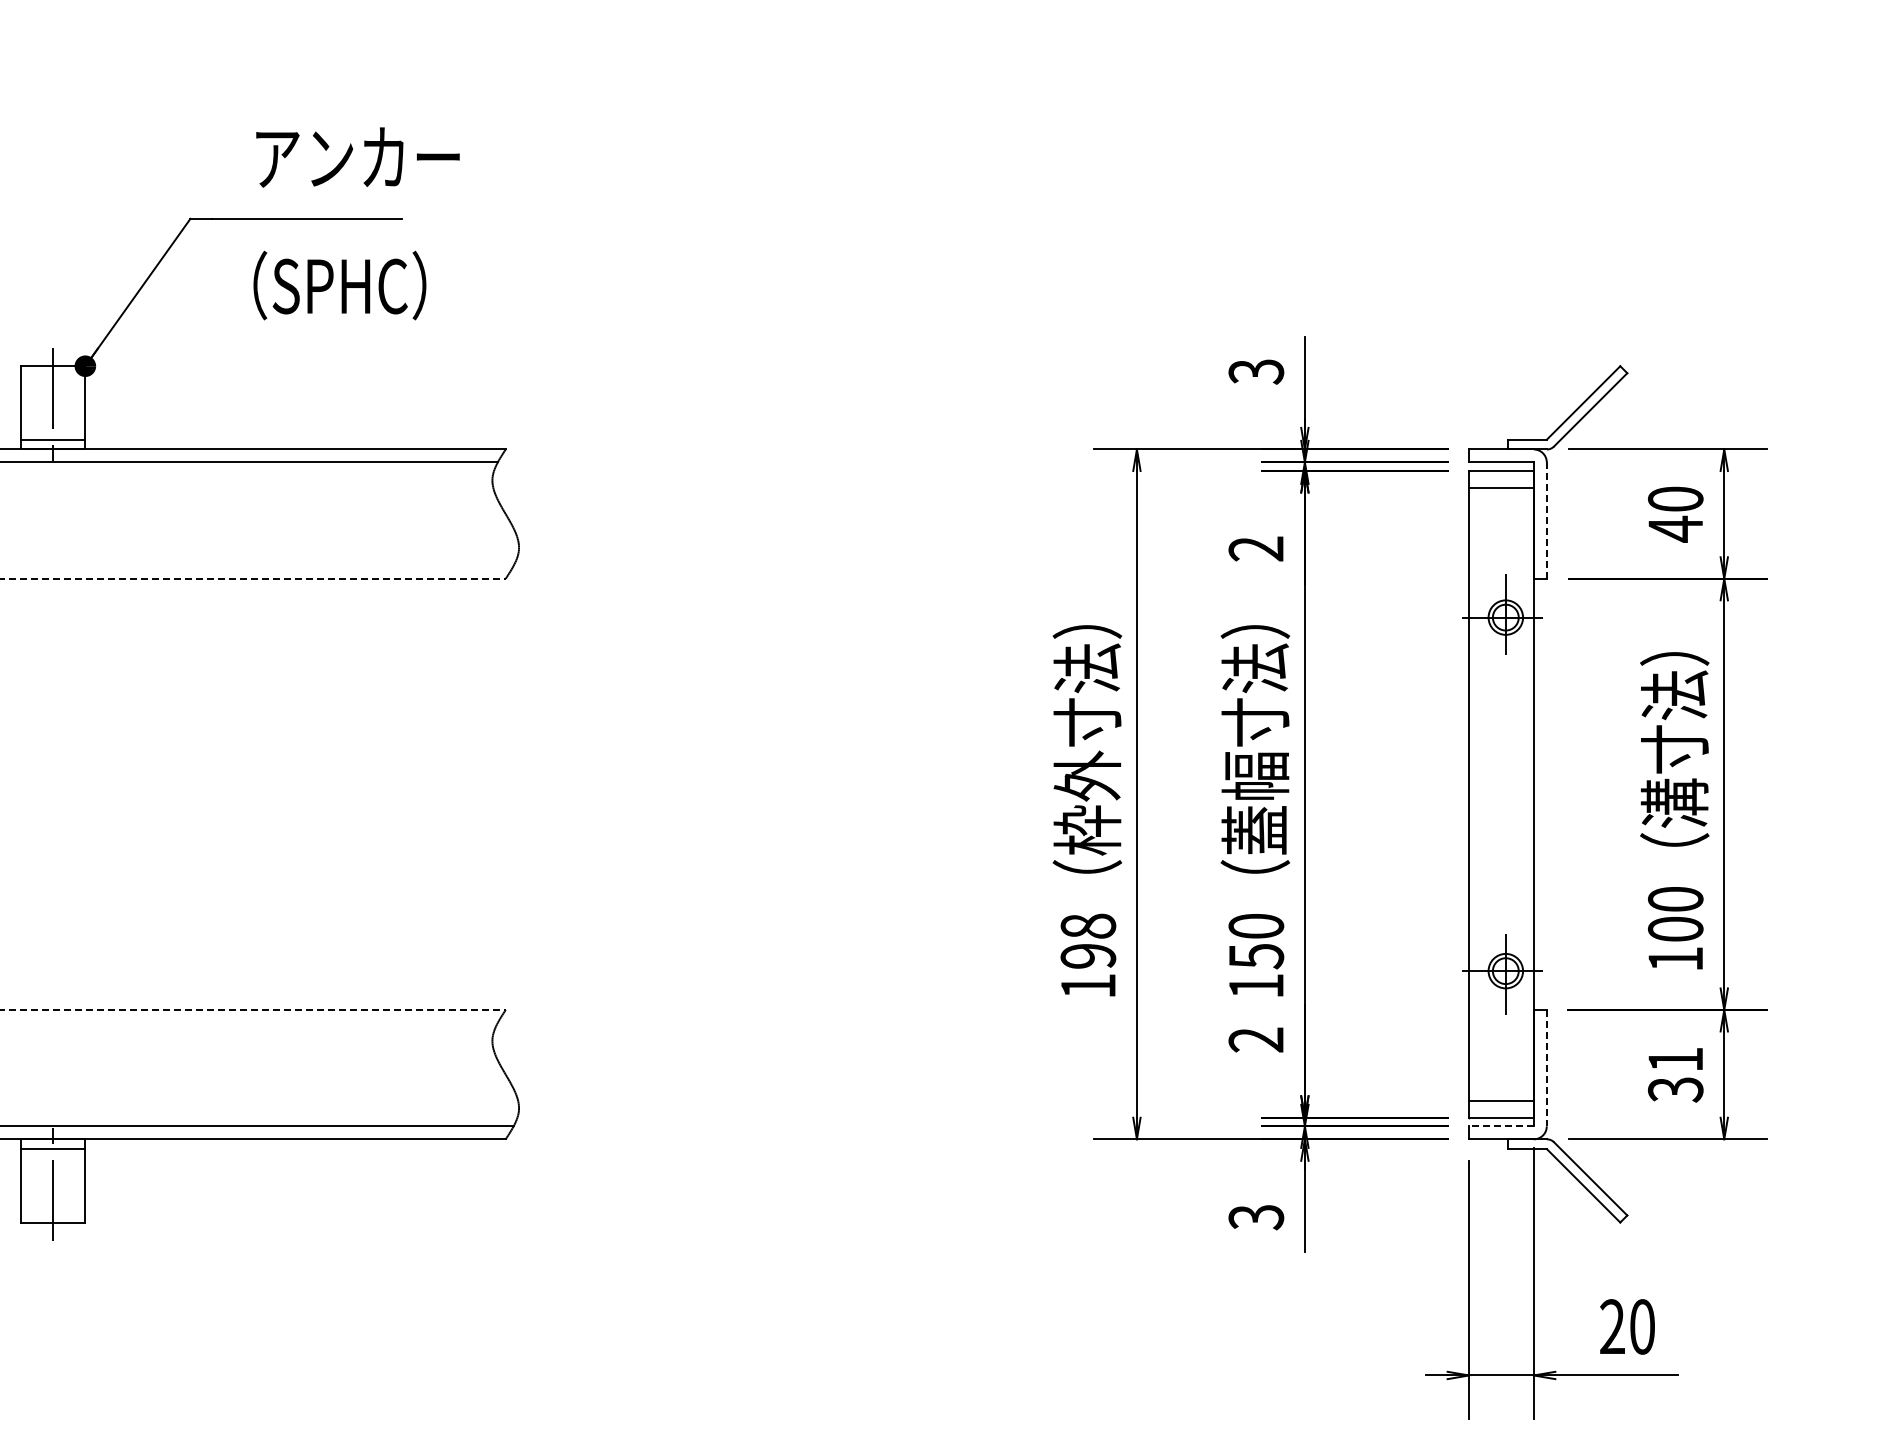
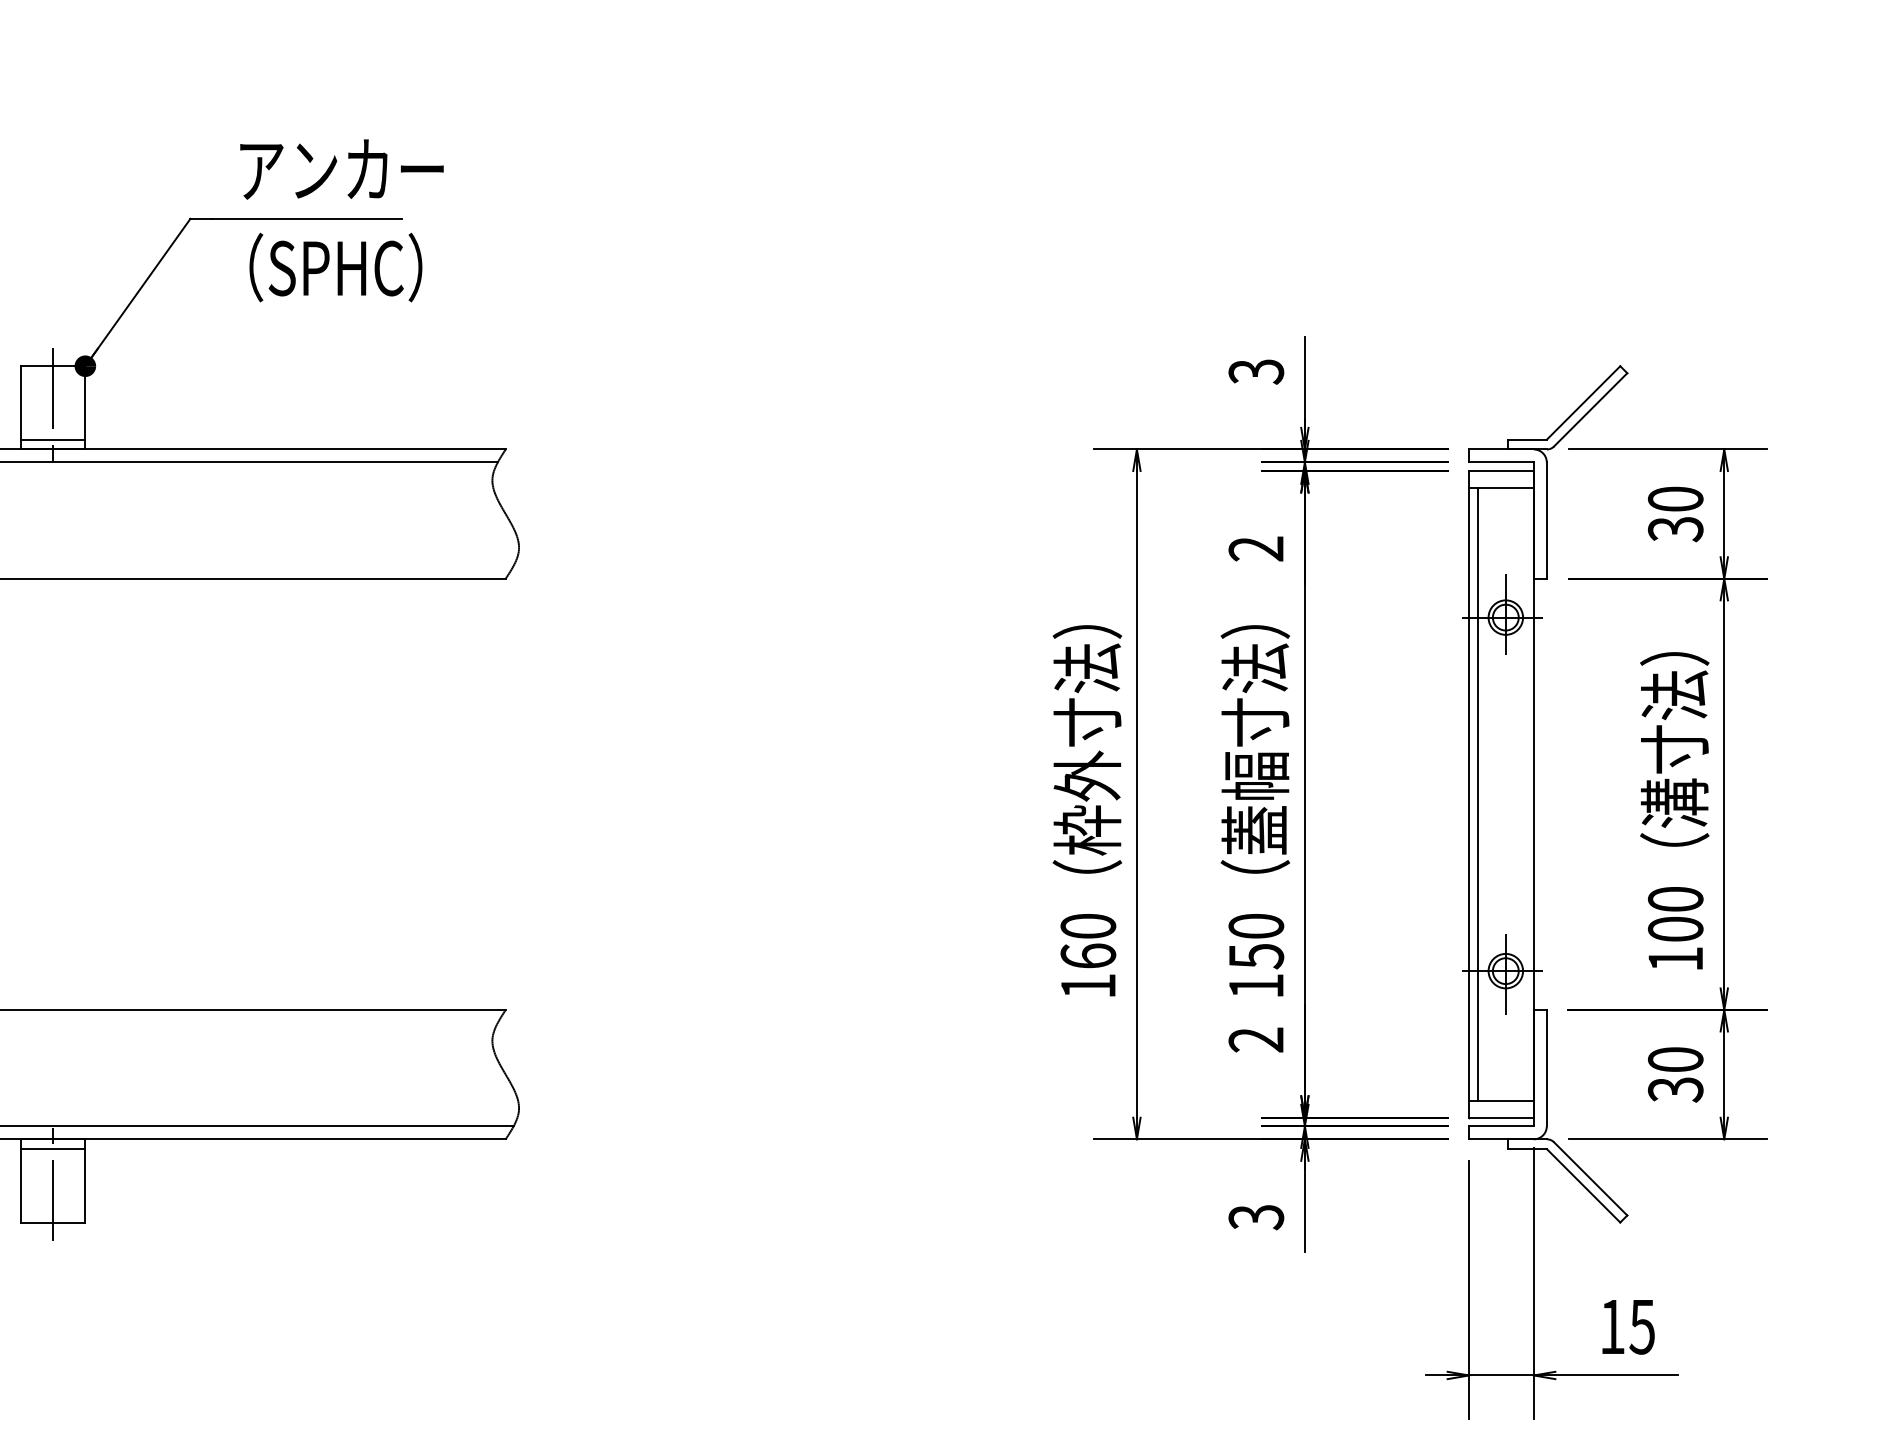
text at (357, 157) position: (357, 157) -> (341, 169)
text at (339, 285) position: (339, 285) -> (335, 267)
line at (1546, 520): dashed -> solid
text at (1675, 528): 40 -> 30
line at (253, 578): dashed -> solid
line at (1477, 794): none -> present
text at (1088, 940): 198 -> 160
line at (253, 1009): dashed -> solid
text at (1675, 1059): 31 -> 30
line at (1546, 1068): dashed -> solid
line at (1501, 1126): dashed -> solid
text at (1627, 1326): 20 -> 15
